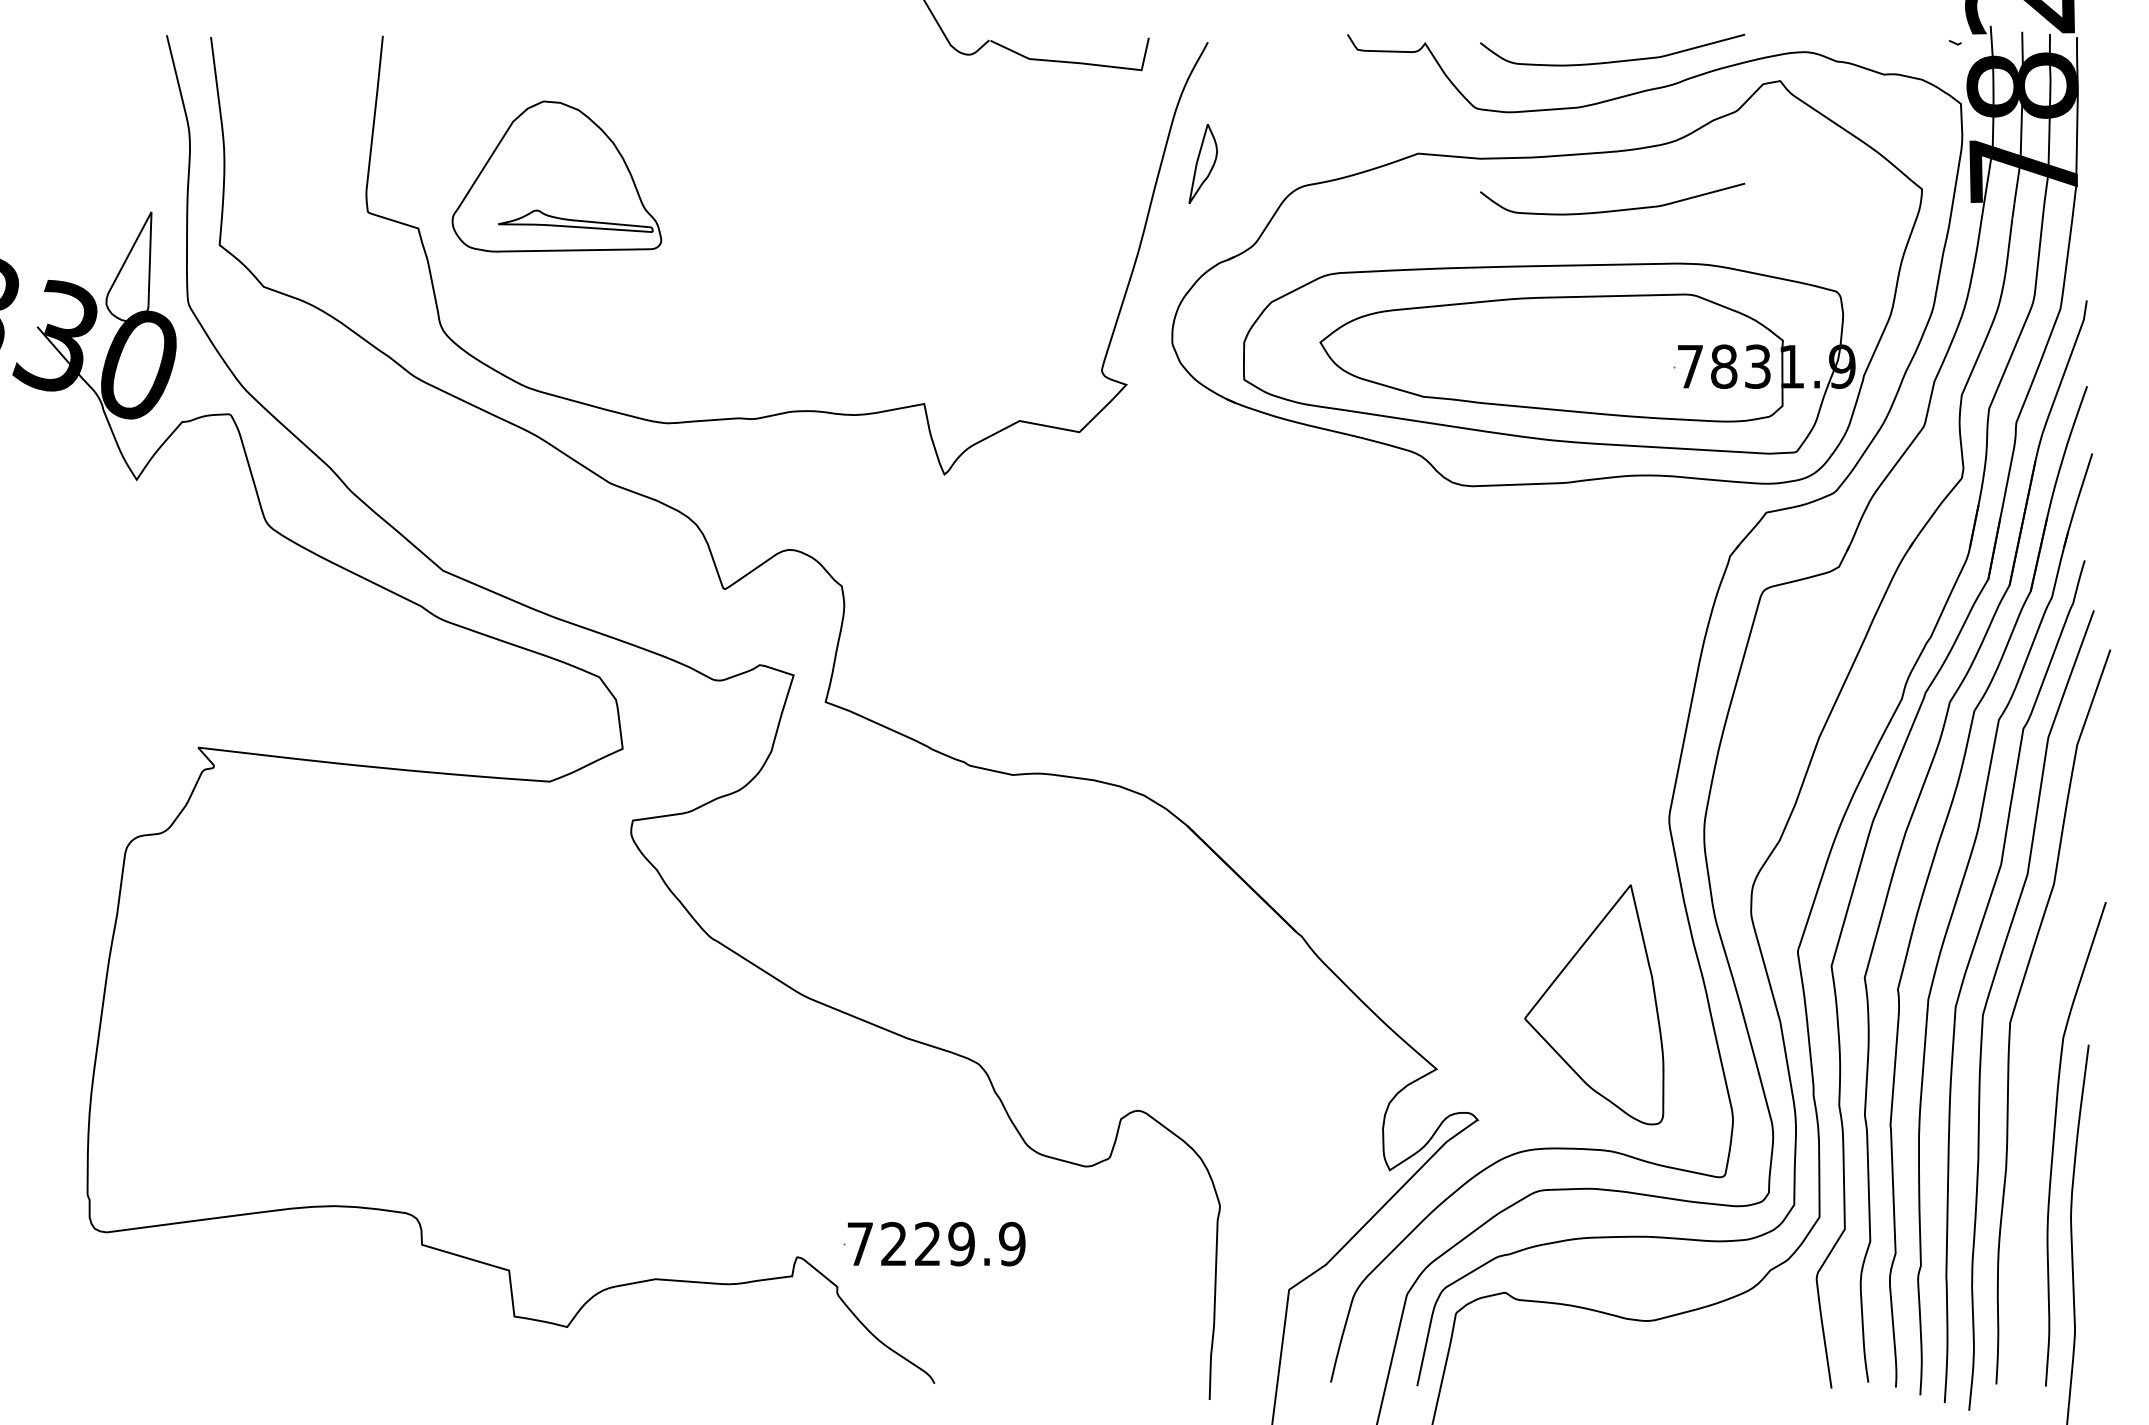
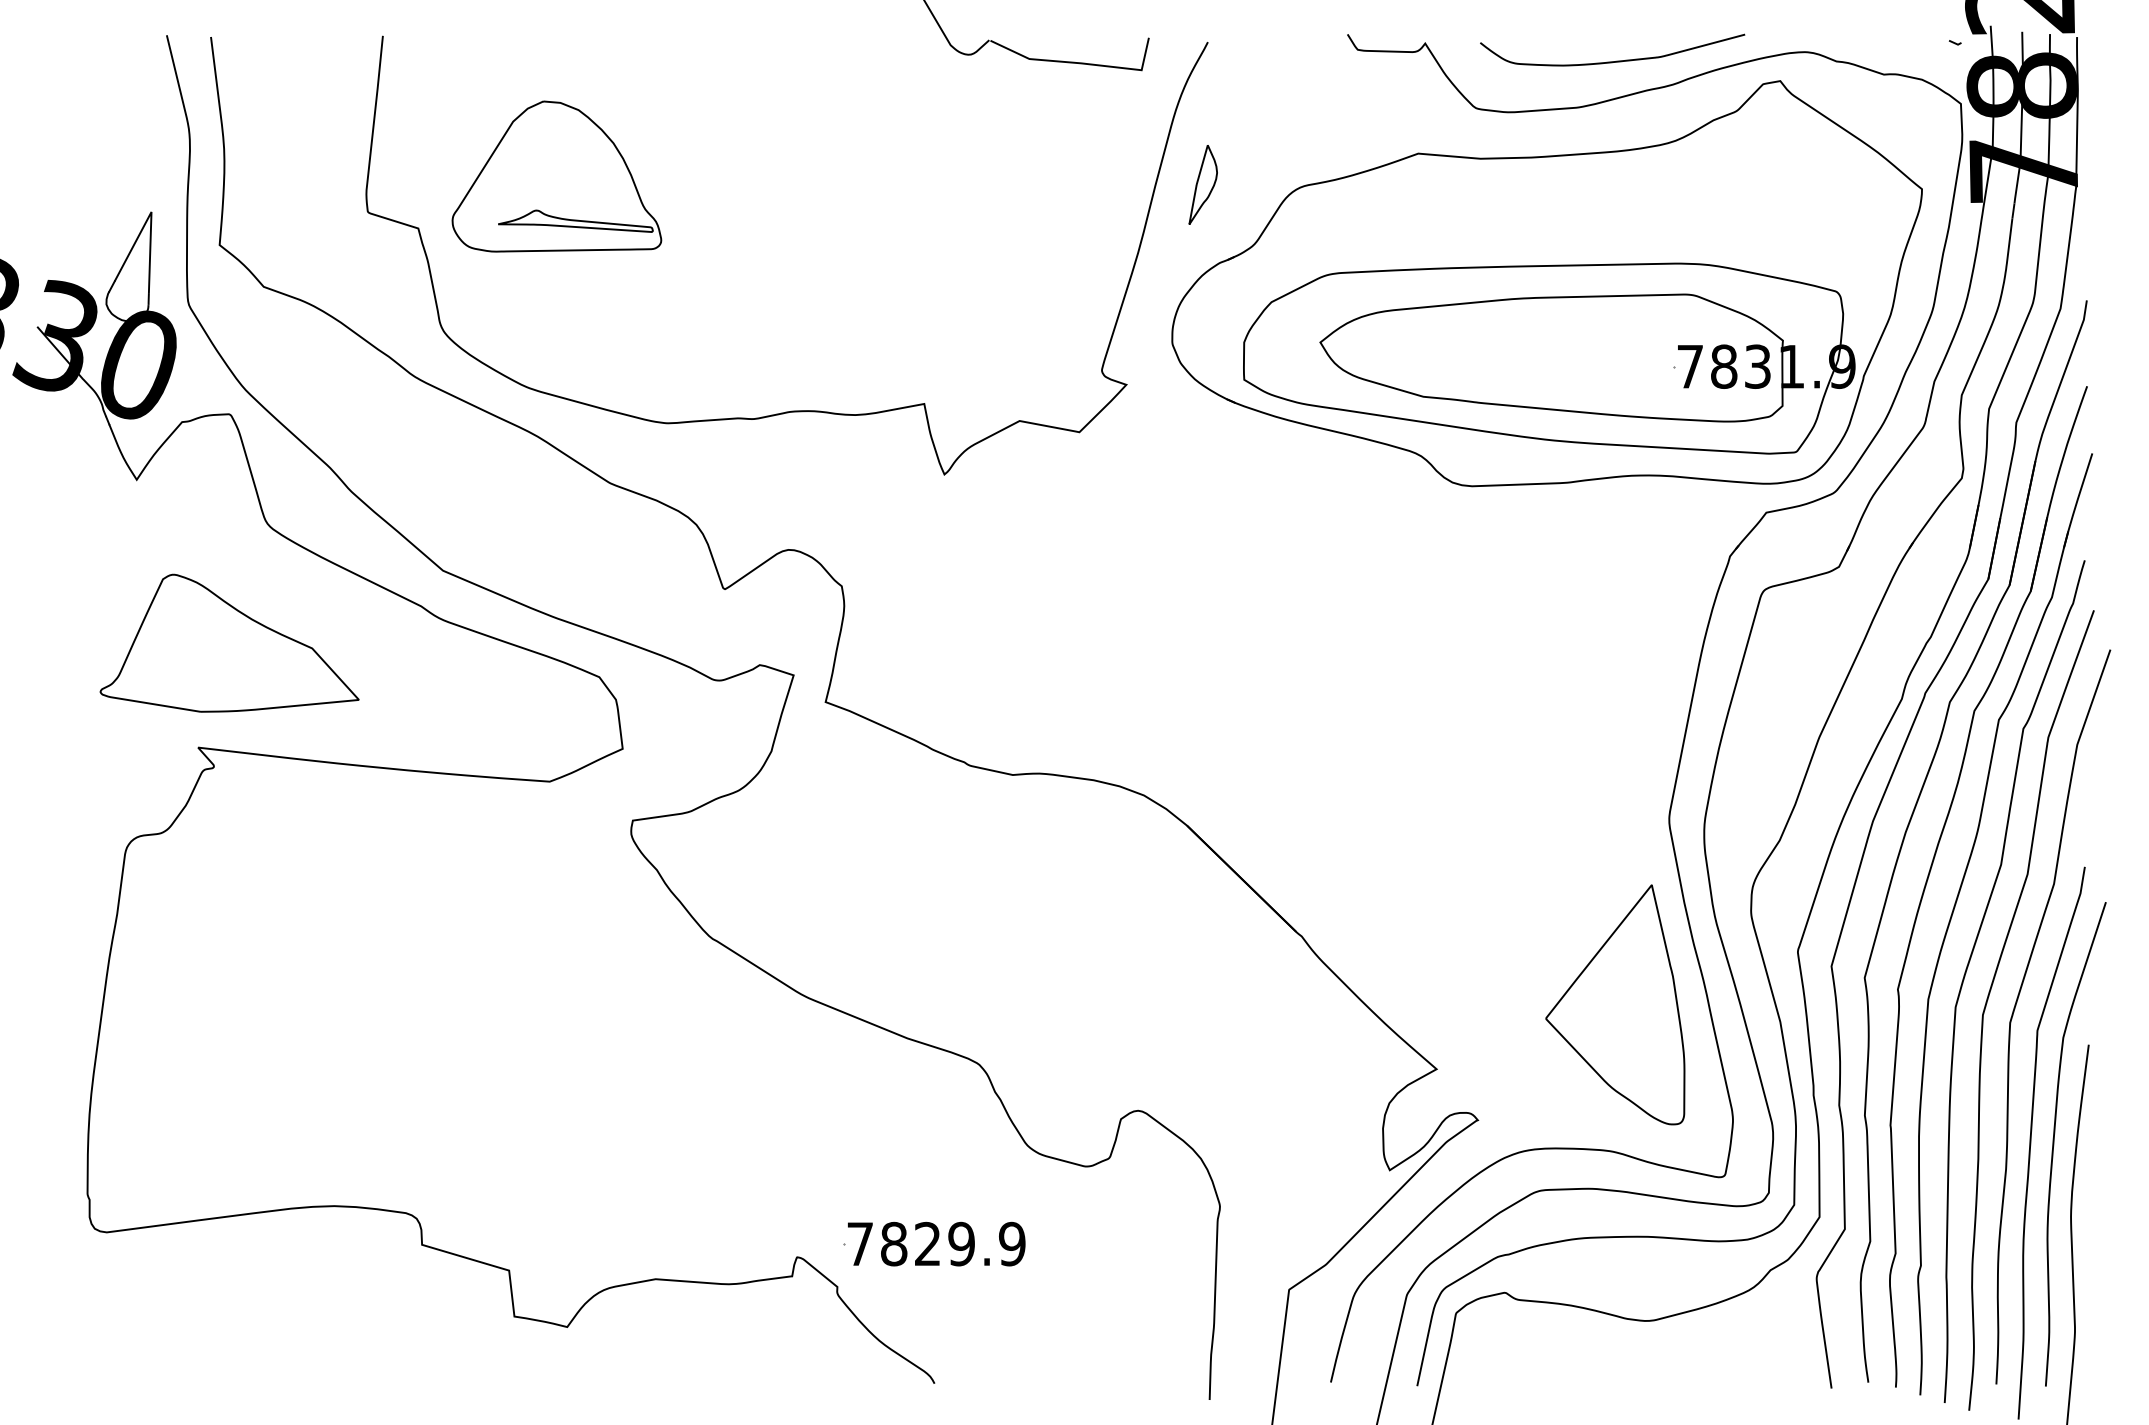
part at (1202, 163) position: (1202, 163) -> (1202, 184)
curve at (1616, 209): present -> none
part at (229, 642): none -> present
part at (1594, 1004) position: (1594, 1004) -> (1615, 1004)
curve at (2031, 1142): none -> present
text at (894, 1243): 7229.9 -> 7829.9
